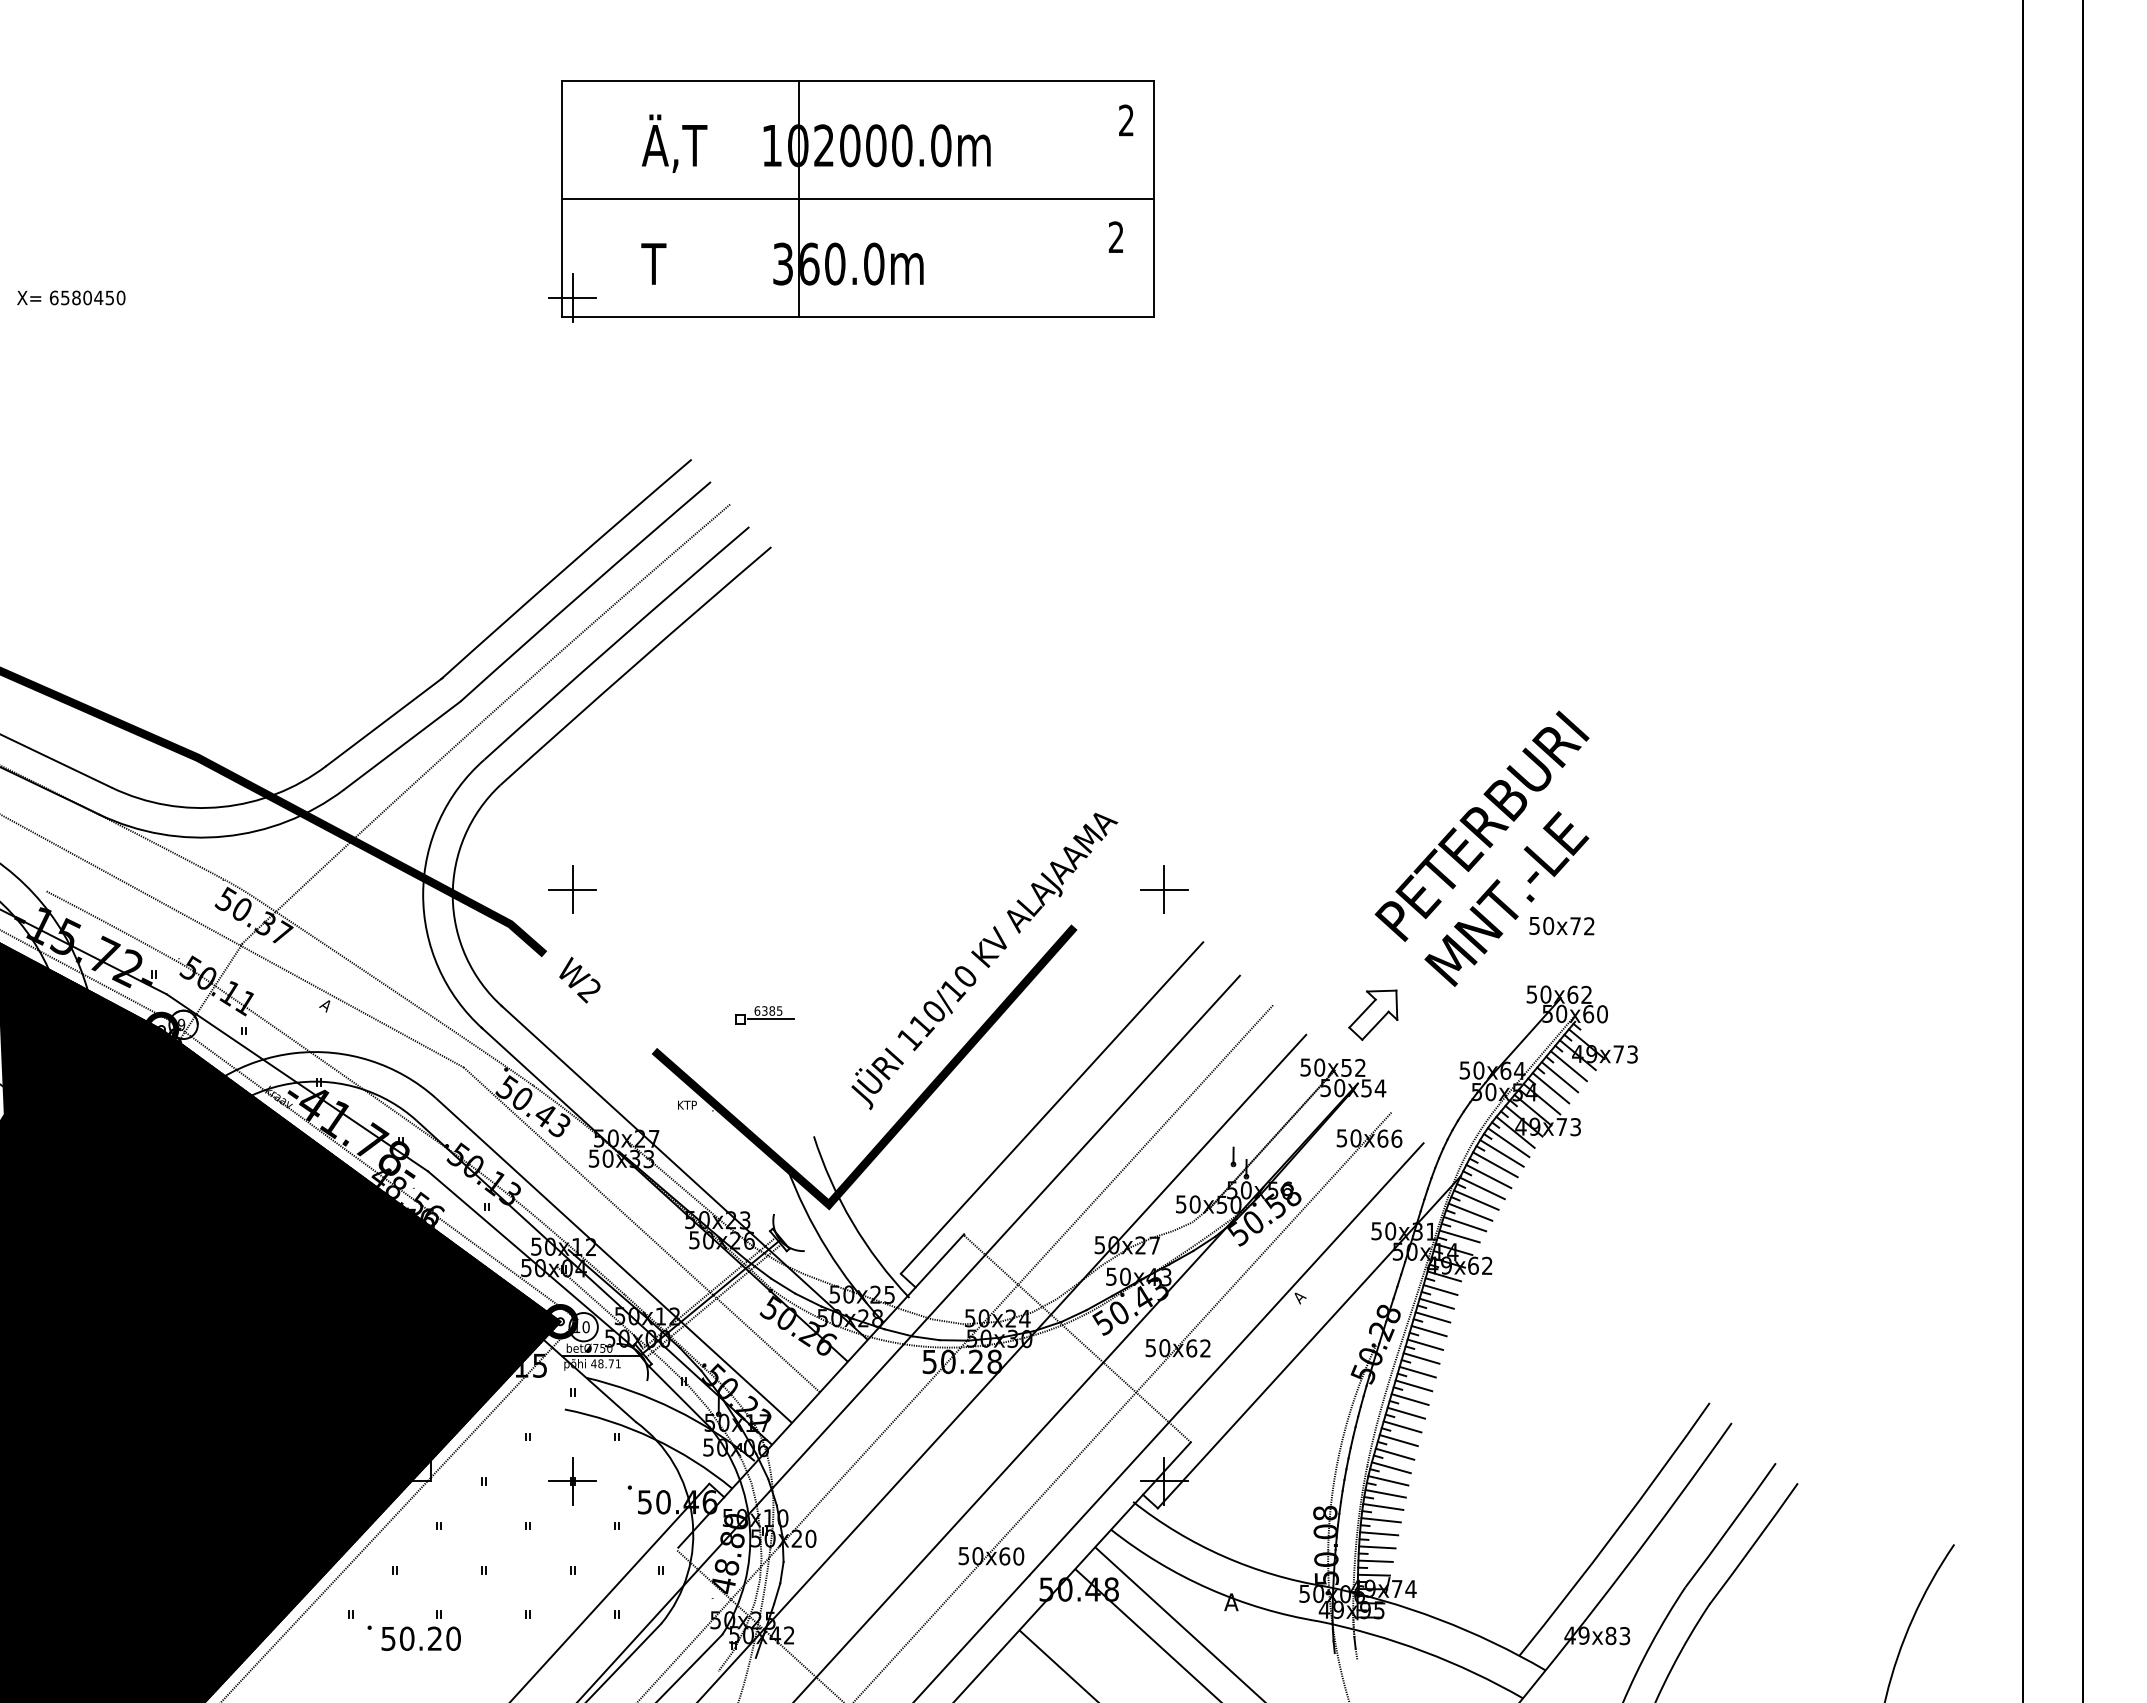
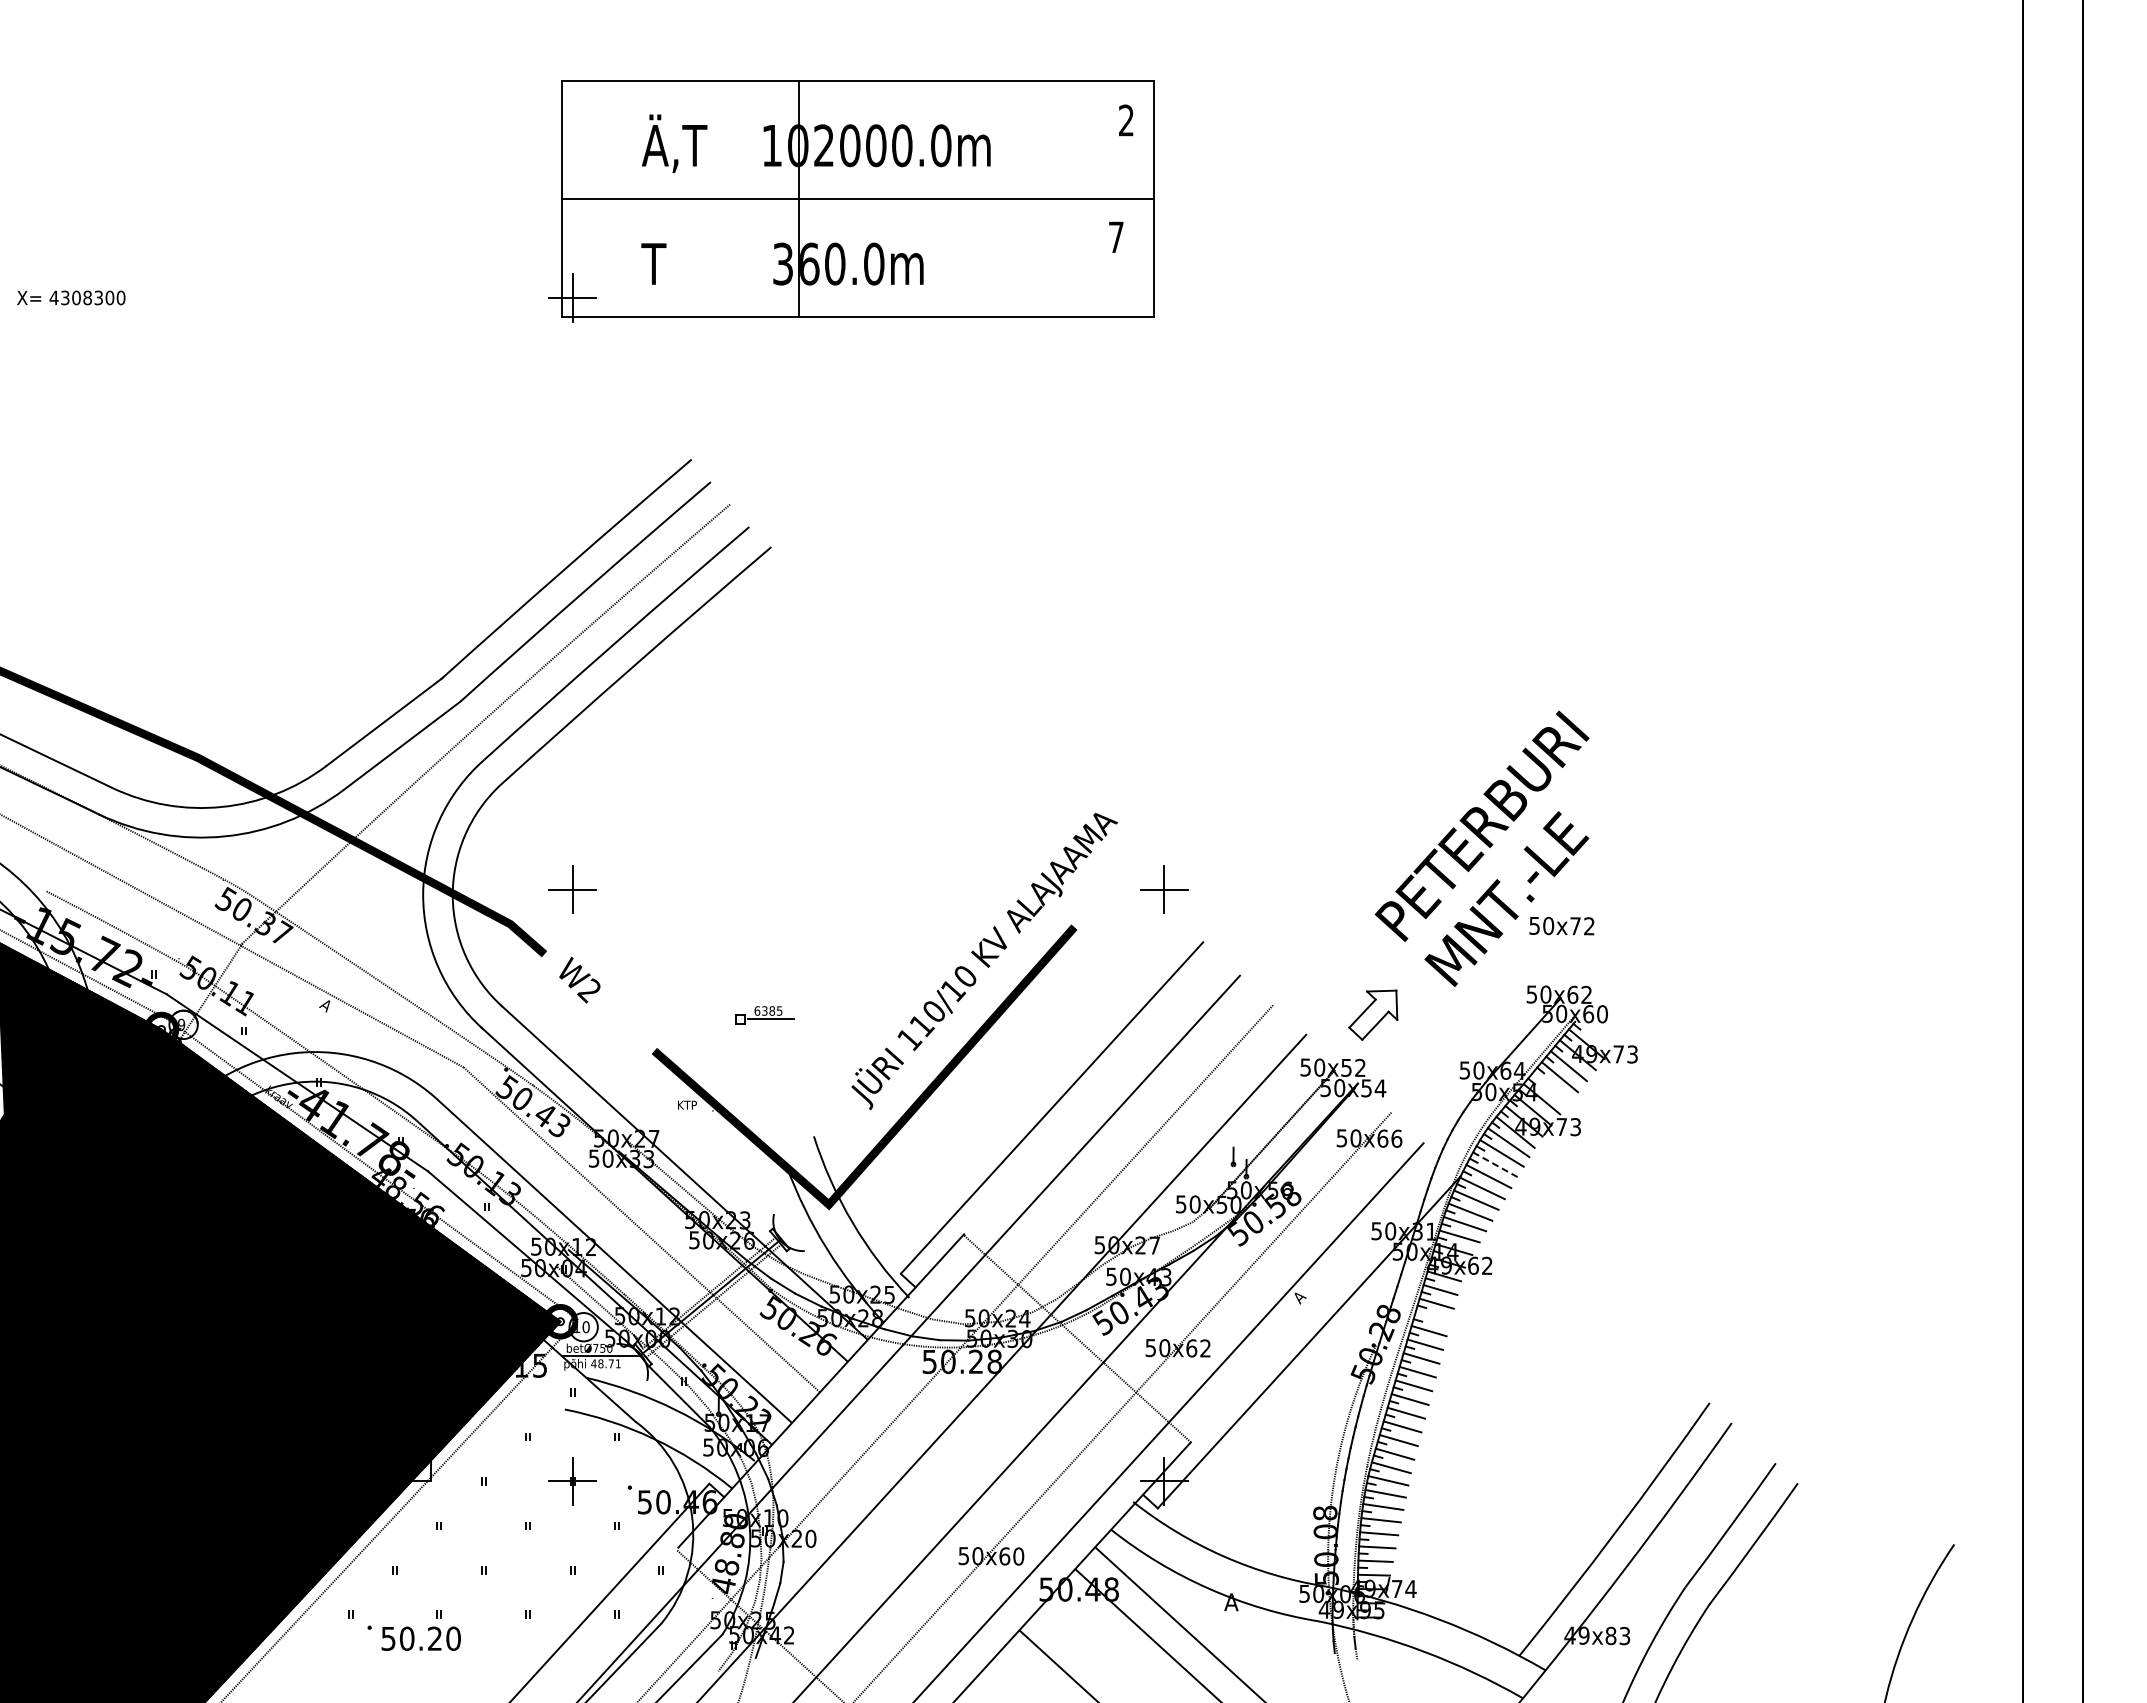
text at (1115, 236): 2 -> 7
text at (81, 297): 6580450 -> 4308300
line at (1550, 1088): present -> none
line at (1495, 1165): solid -> dashed
line at (1432, 1317): present -> none
